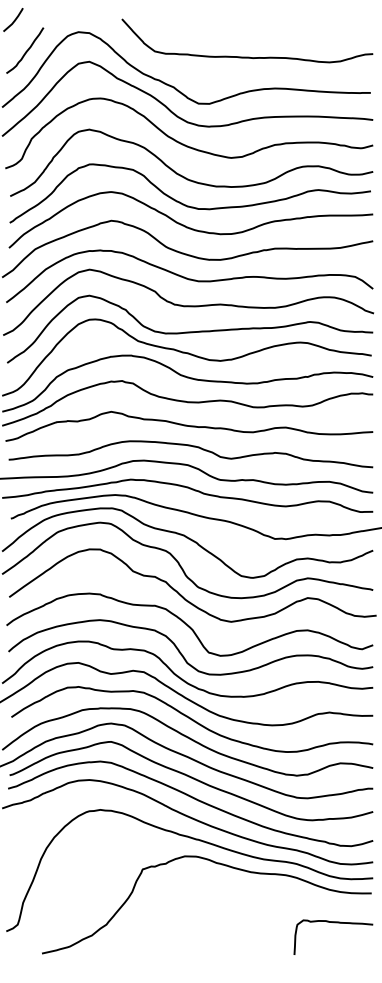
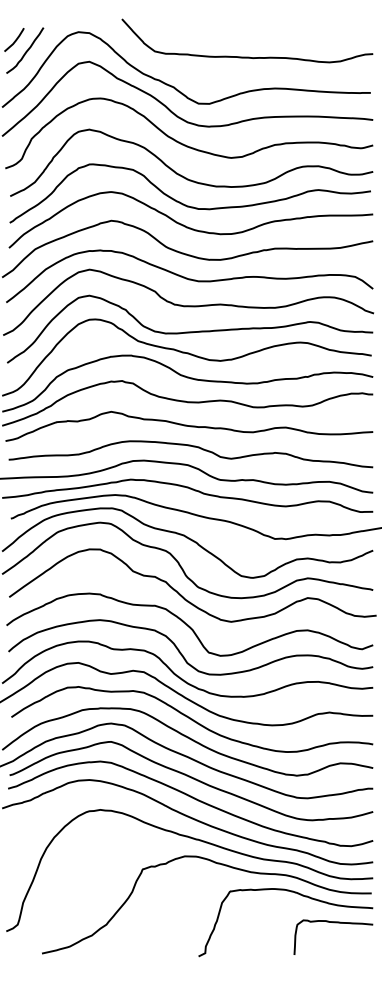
curve at (14, 19) position: (14, 19) -> (15, 39)
curve at (294, 893): none -> present
